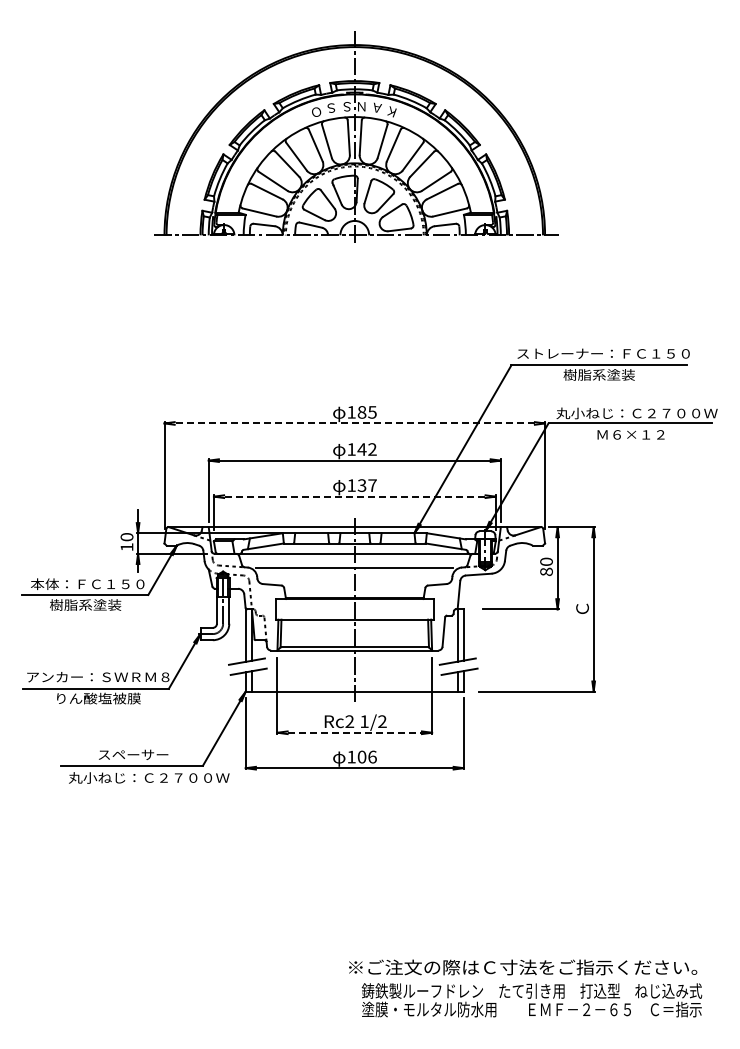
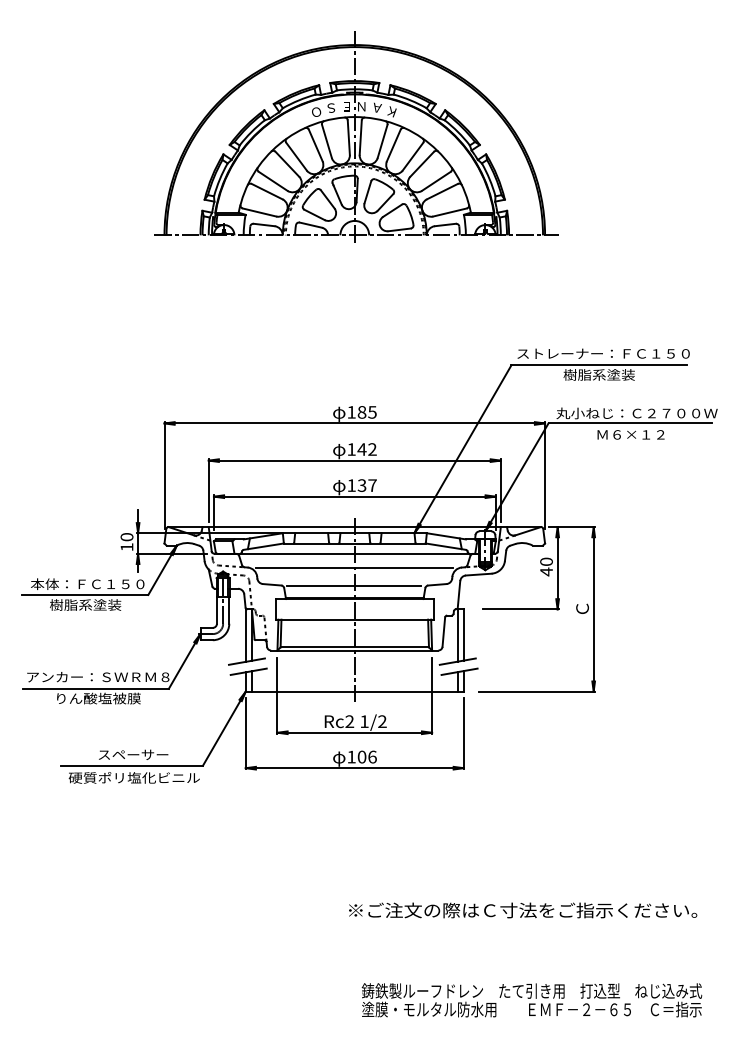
text at (346, 106): Ｓ -> Ｅ
line at (355, 423): dashed -> solid
line at (354, 496): dashed -> solid
text at (546, 571): 80 -> 40
line at (353, 585): none -> present
line at (355, 732): dashed -> solid
text at (148, 777): 丸小ねじ：Ｃ２７００Ｗ -> 硬質ポリ塩化ビニル
text at (523, 967) position: (523, 967) -> (523, 910)
